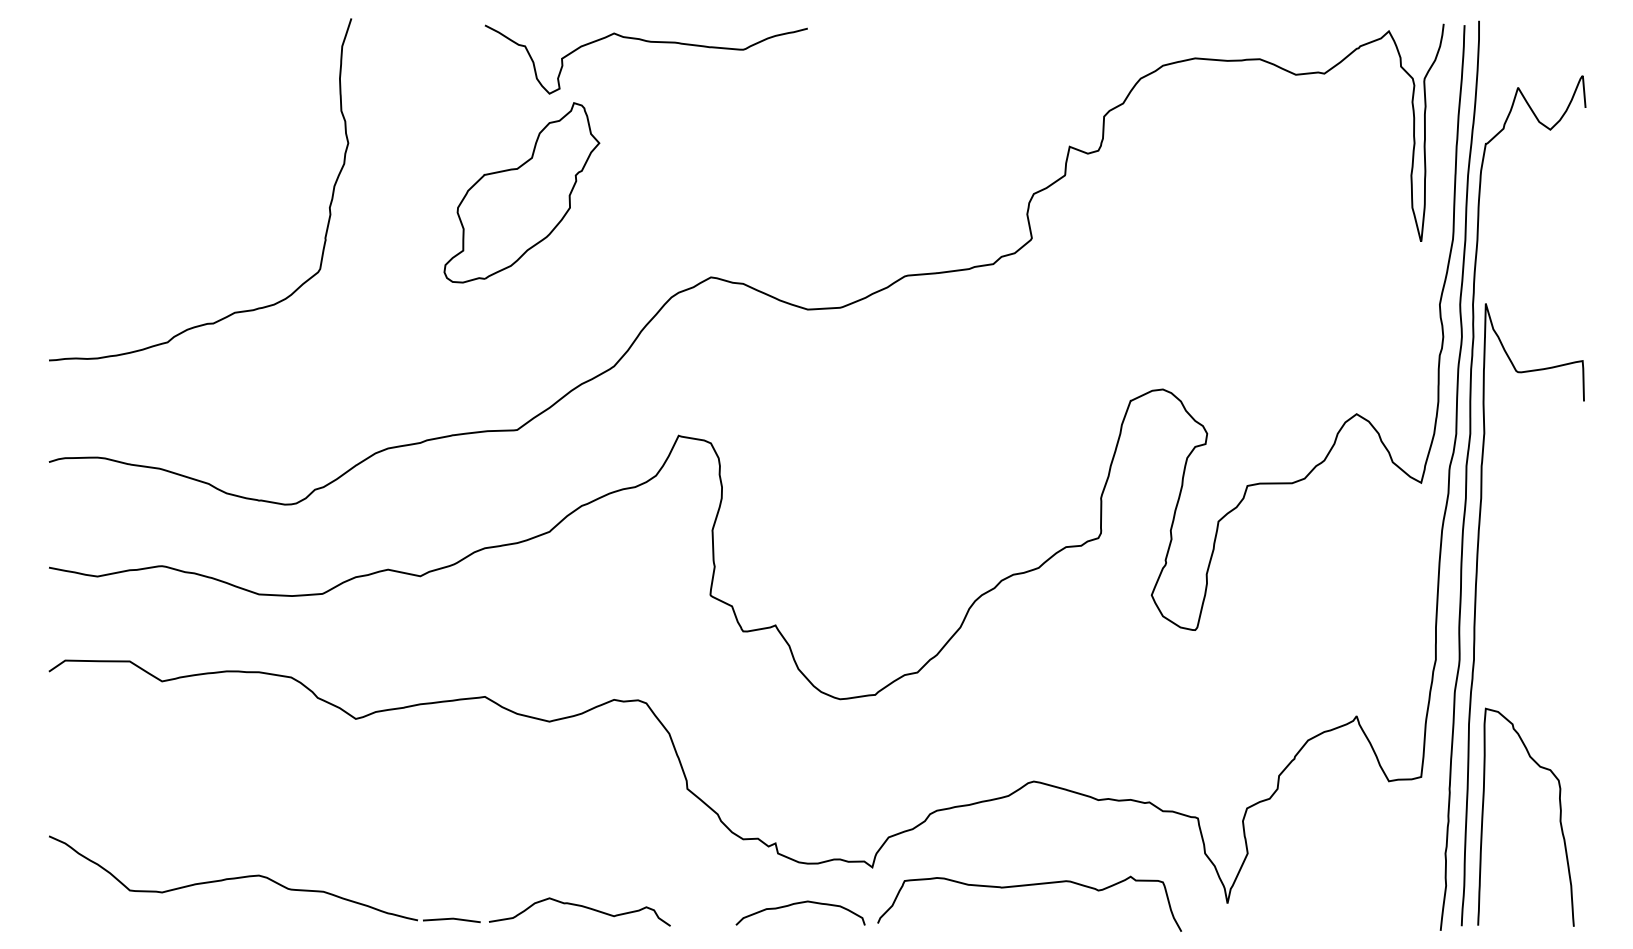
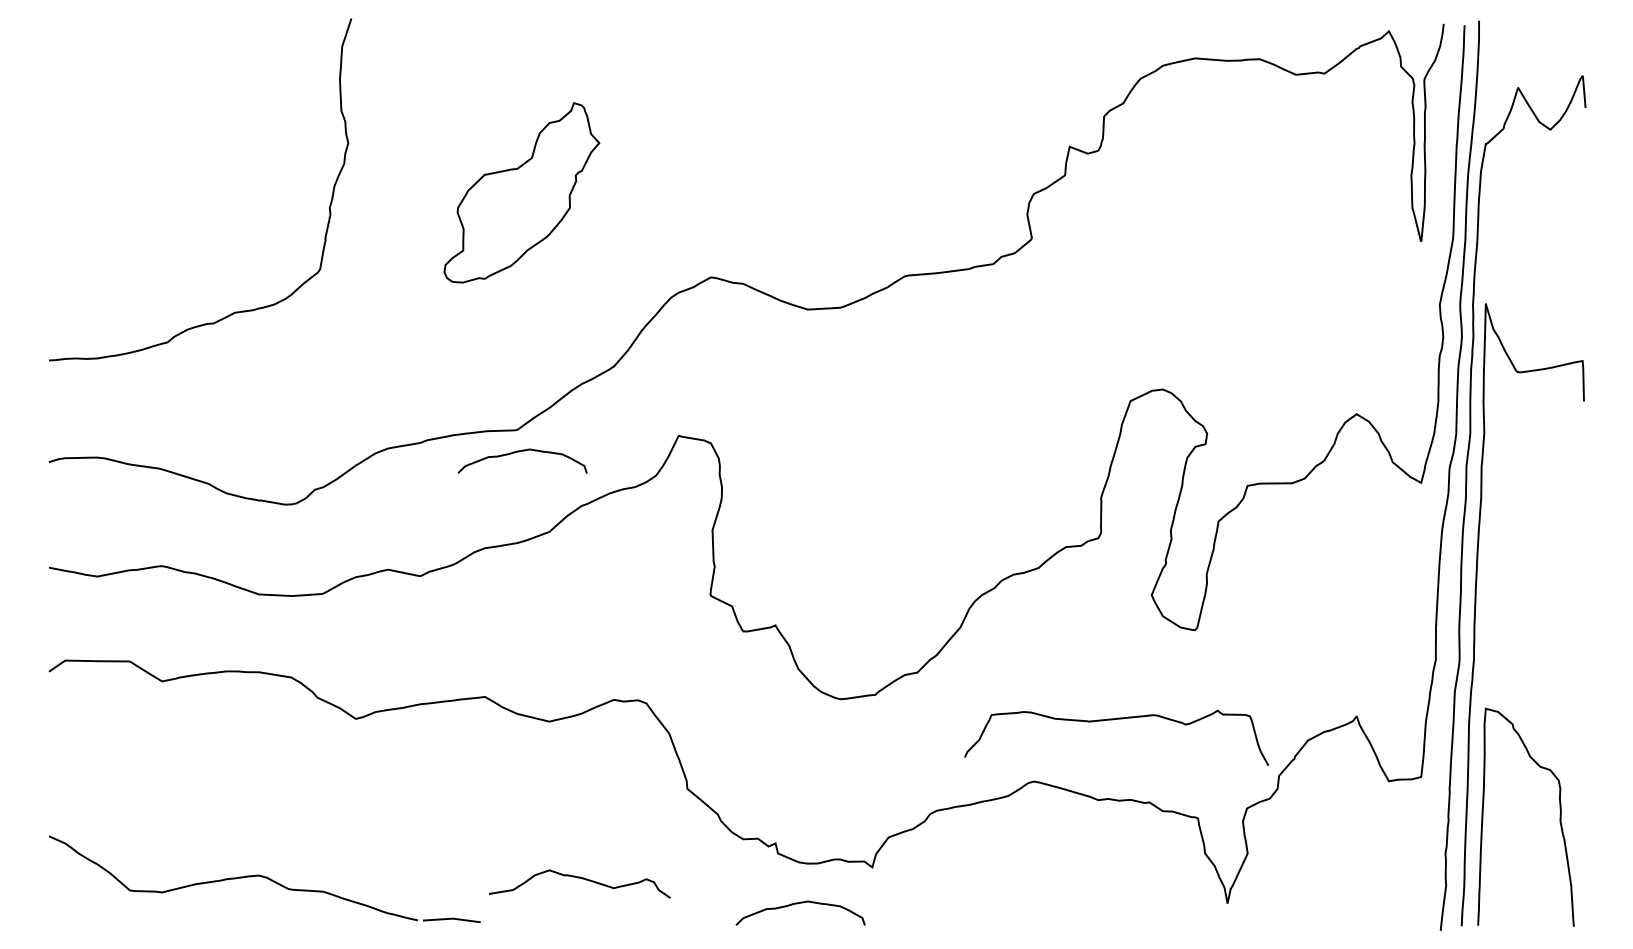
curve at (647, 42): present -> none
curve at (519, 452): none -> present
curve at (1026, 886) position: (1026, 886) -> (1113, 720)
curve at (579, 906) position: (579, 906) -> (579, 878)
